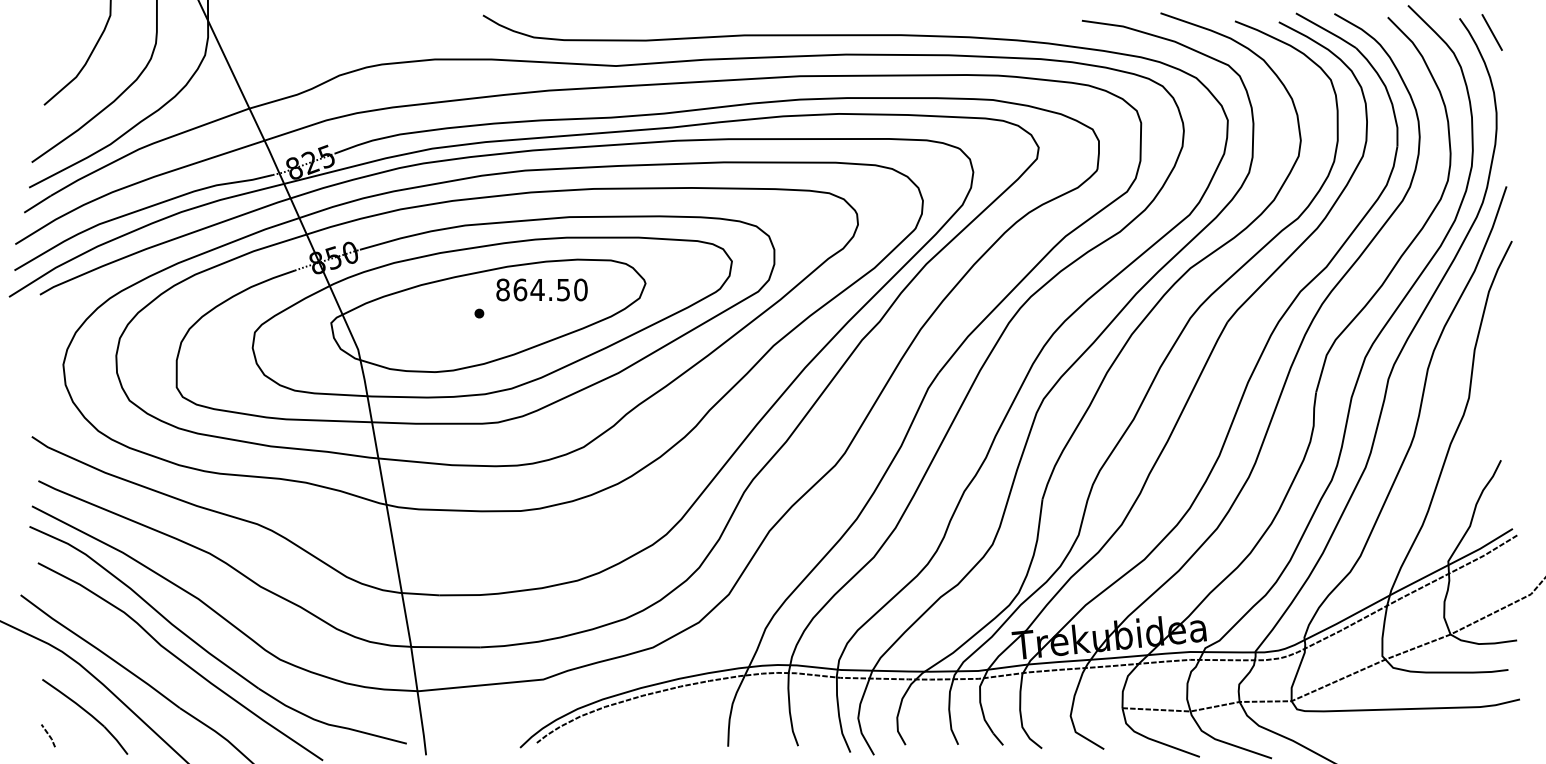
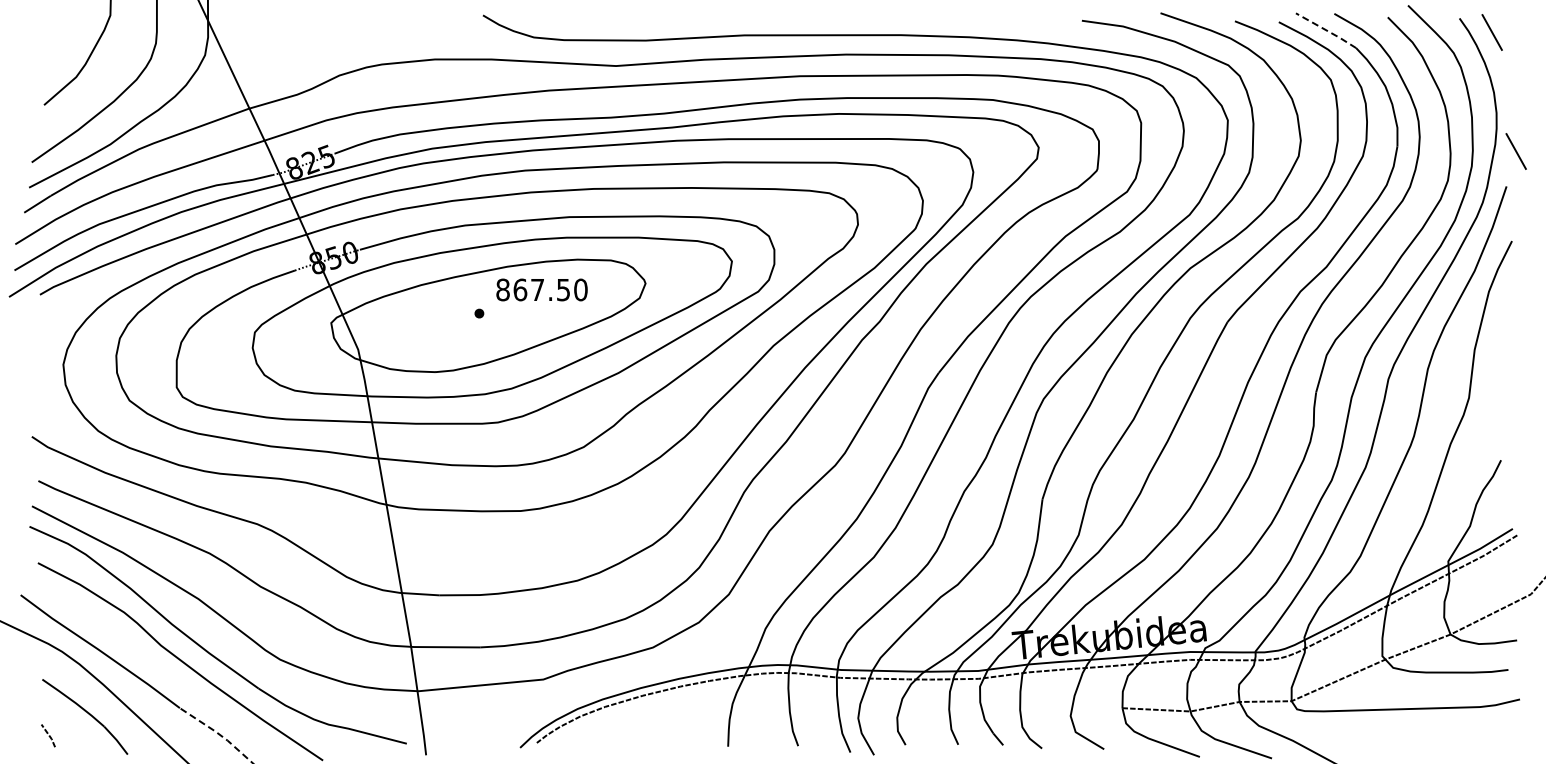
line at (1327, 30): solid -> dashed
line at (1515, 151): none -> present
text at (537, 289): 864.50 -> 867.50
line at (218, 733): solid -> dashed
